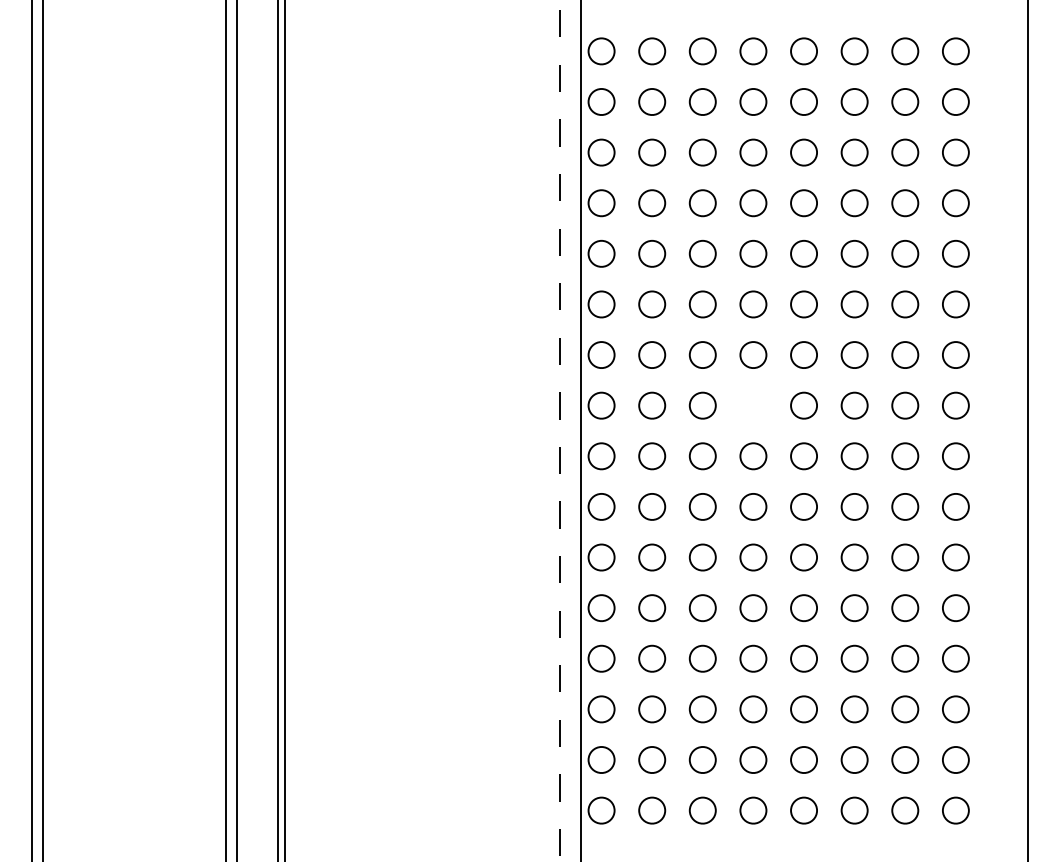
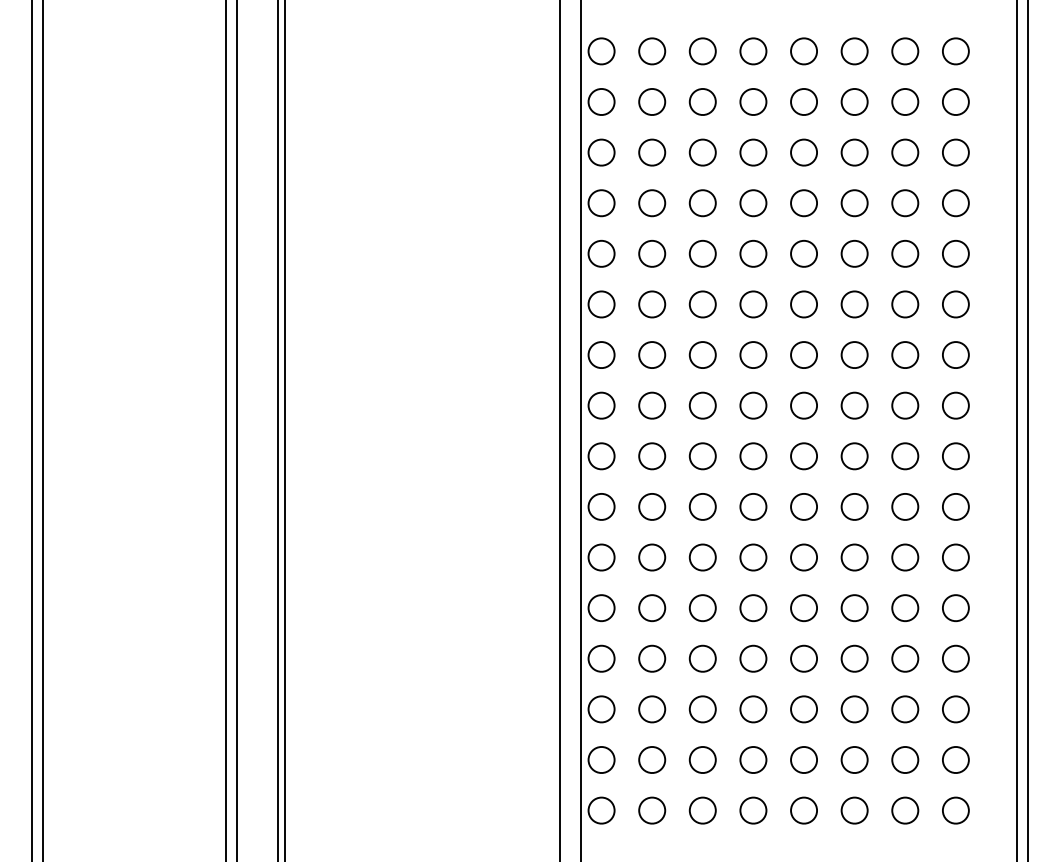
part at (753, 405): none -> present
line at (560, 430): dashed -> solid
line at (1016, 430): none -> present
